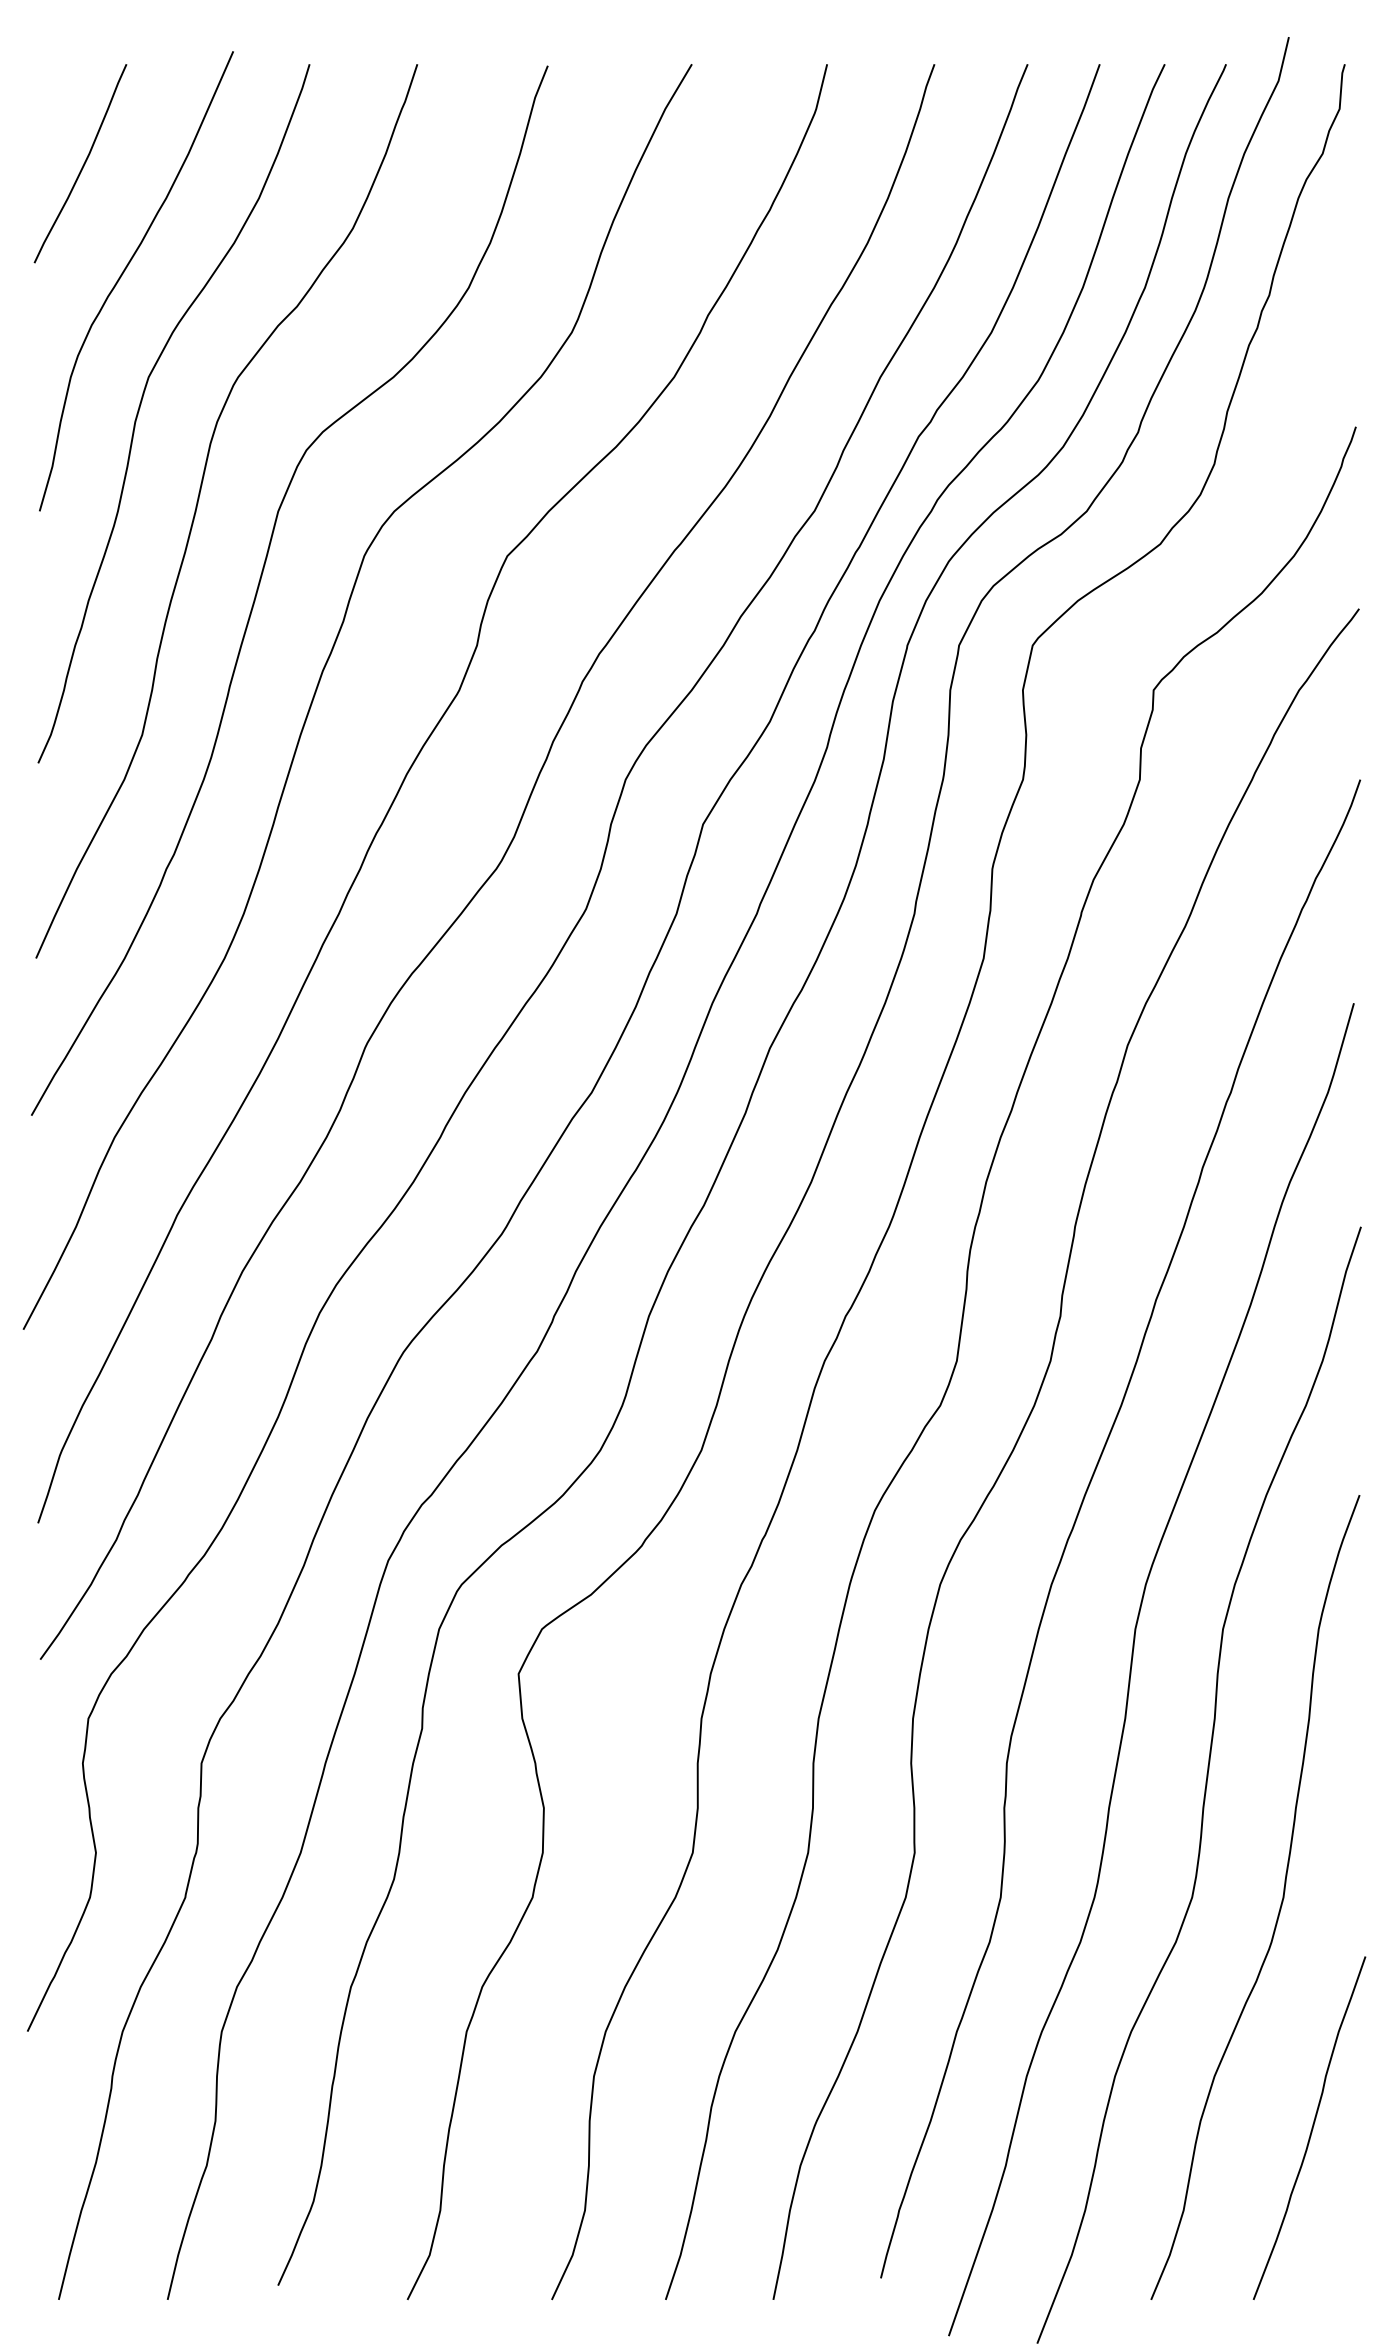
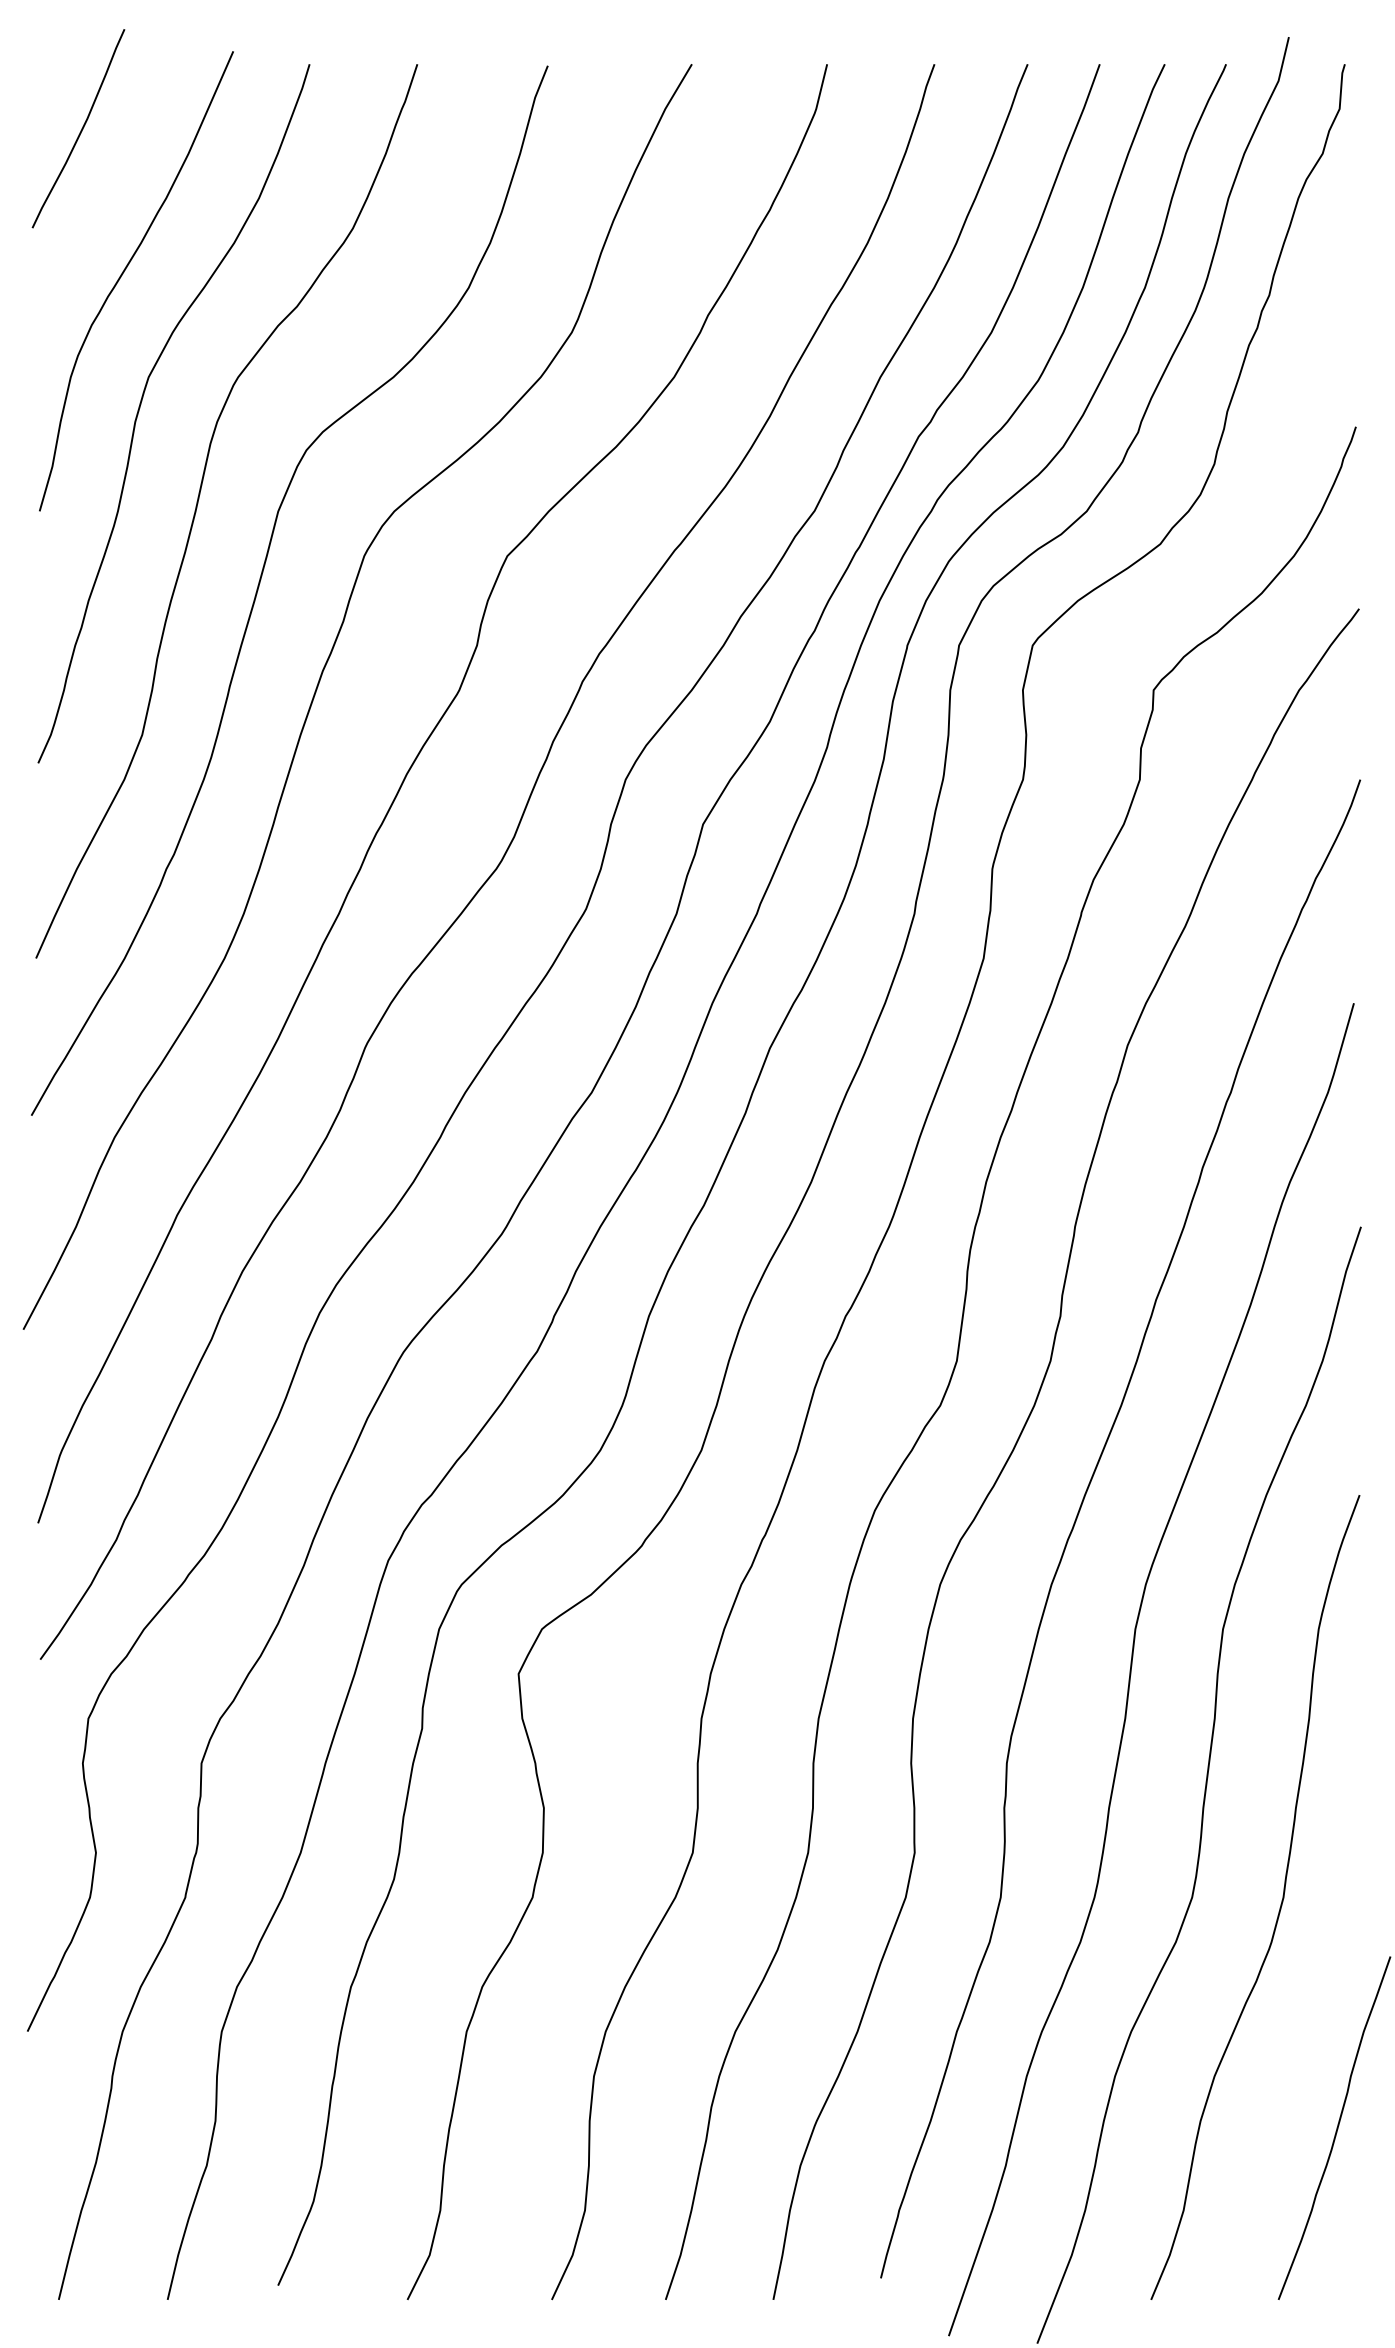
curve at (82, 165) position: (82, 165) -> (80, 130)
curve at (1311, 2127) position: (1311, 2127) -> (1336, 2127)
